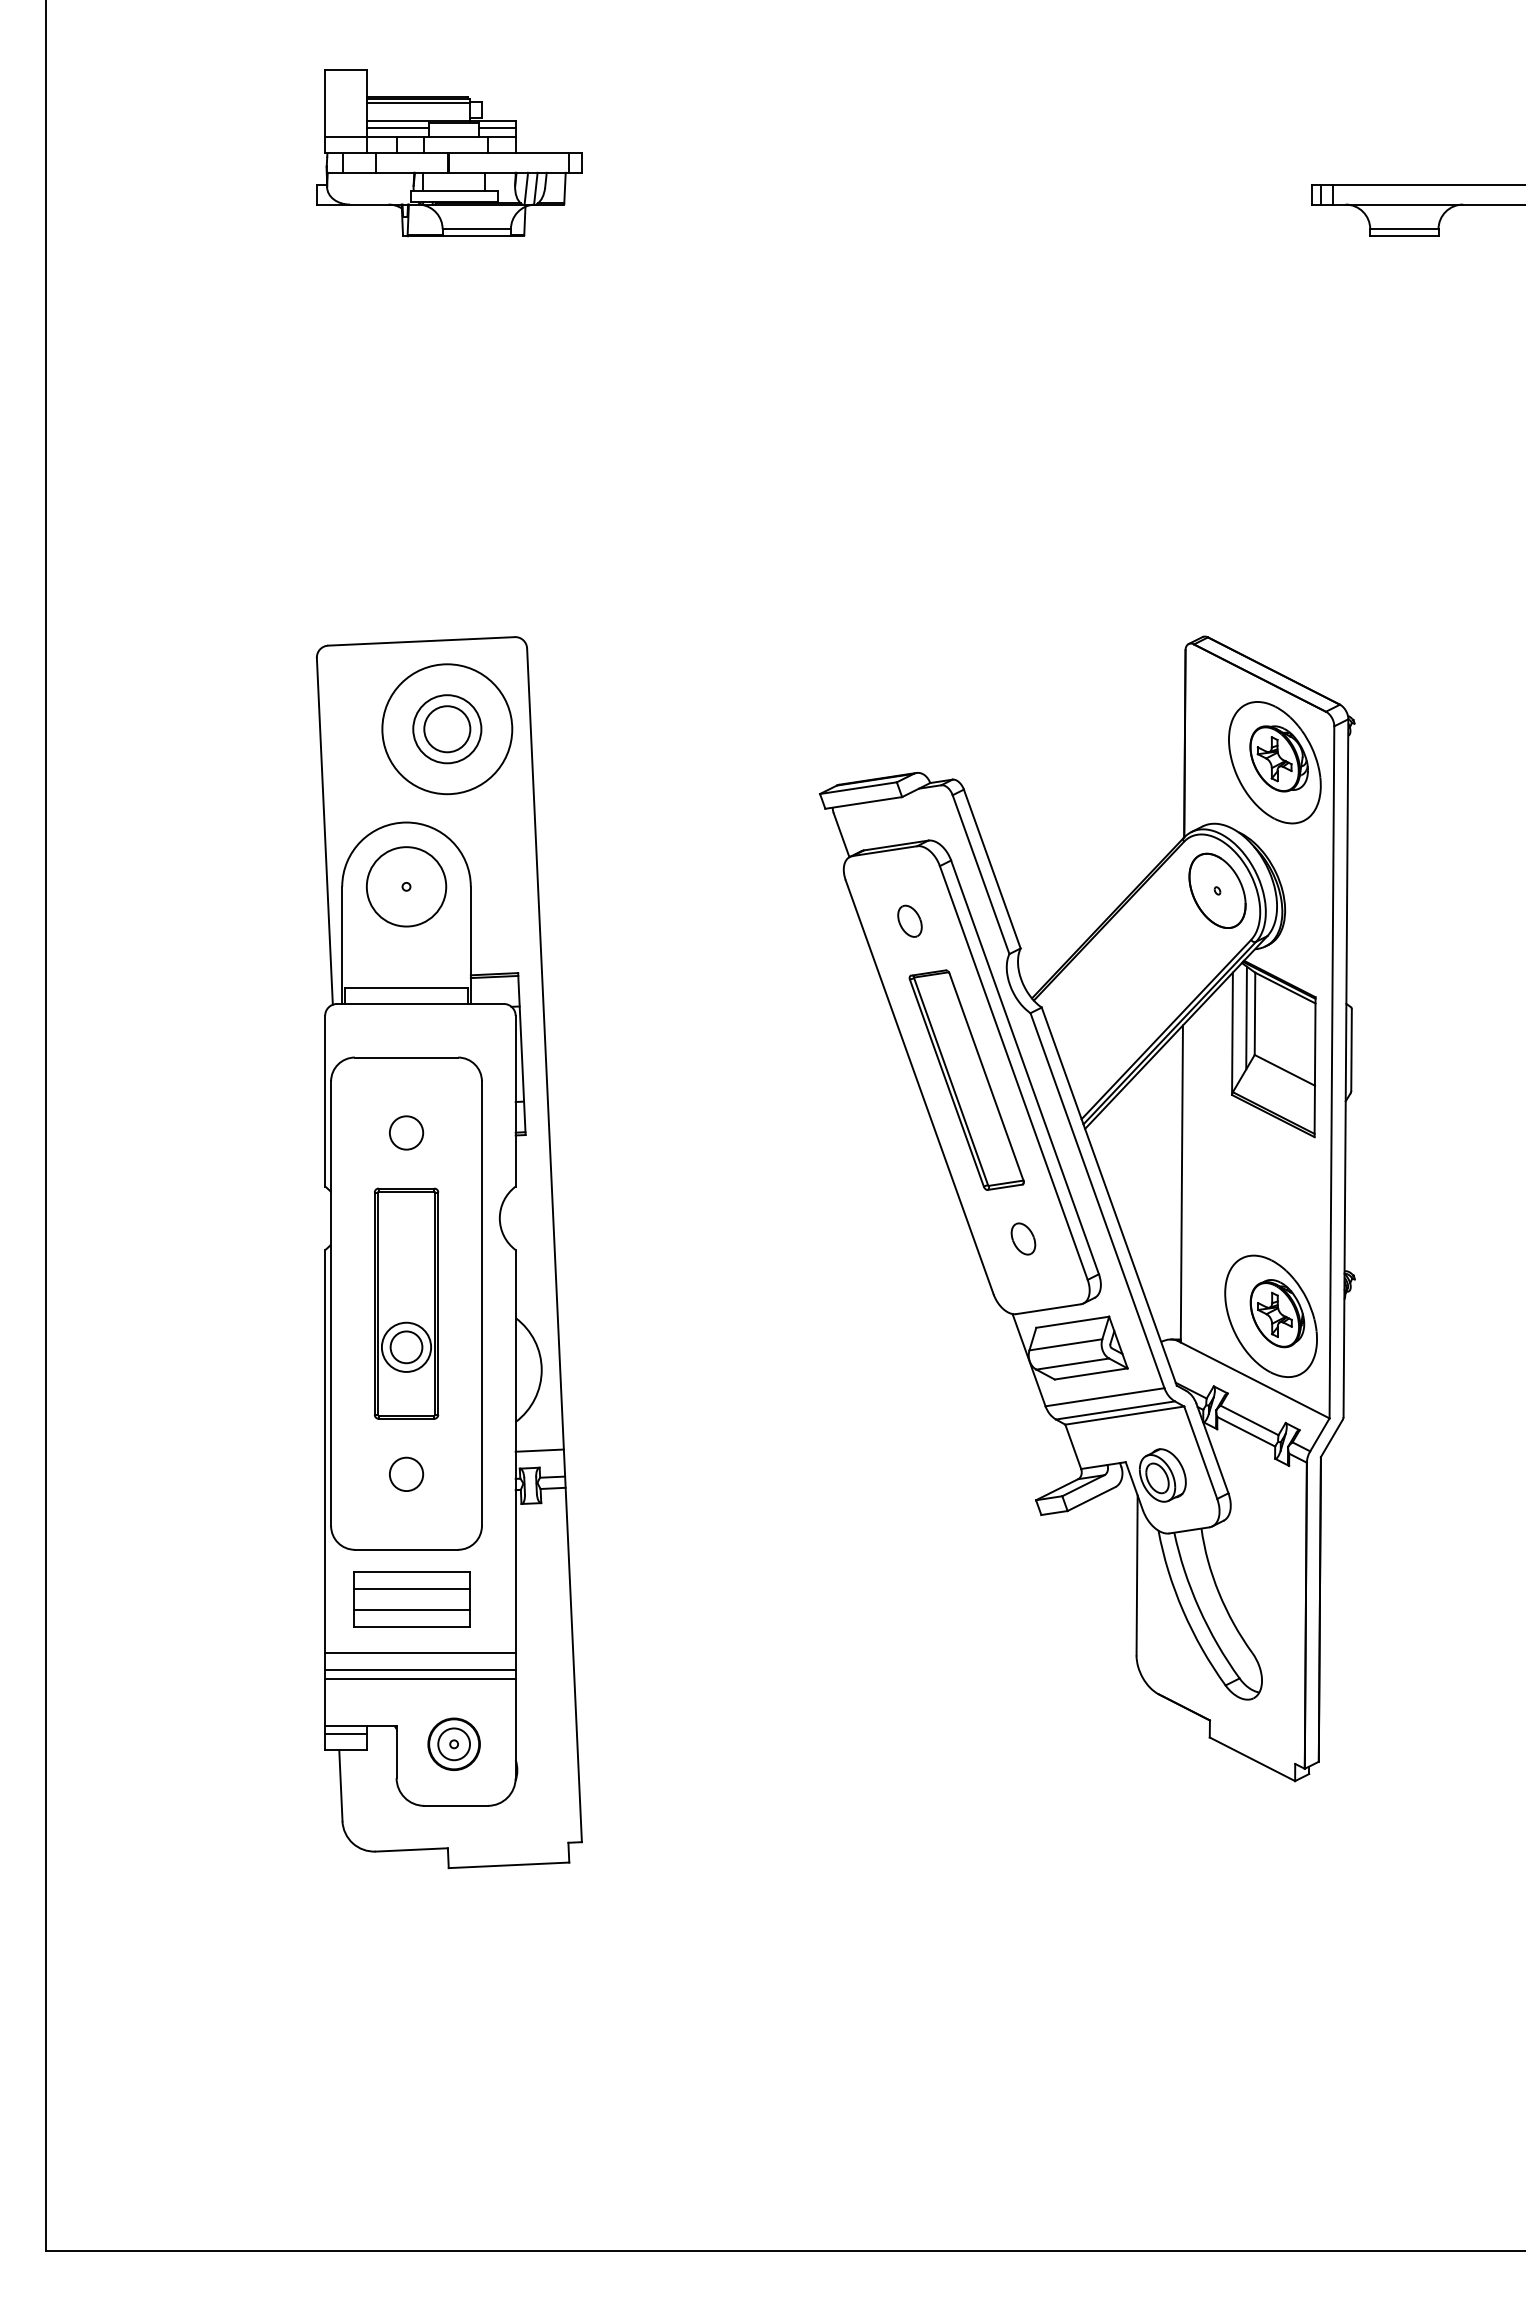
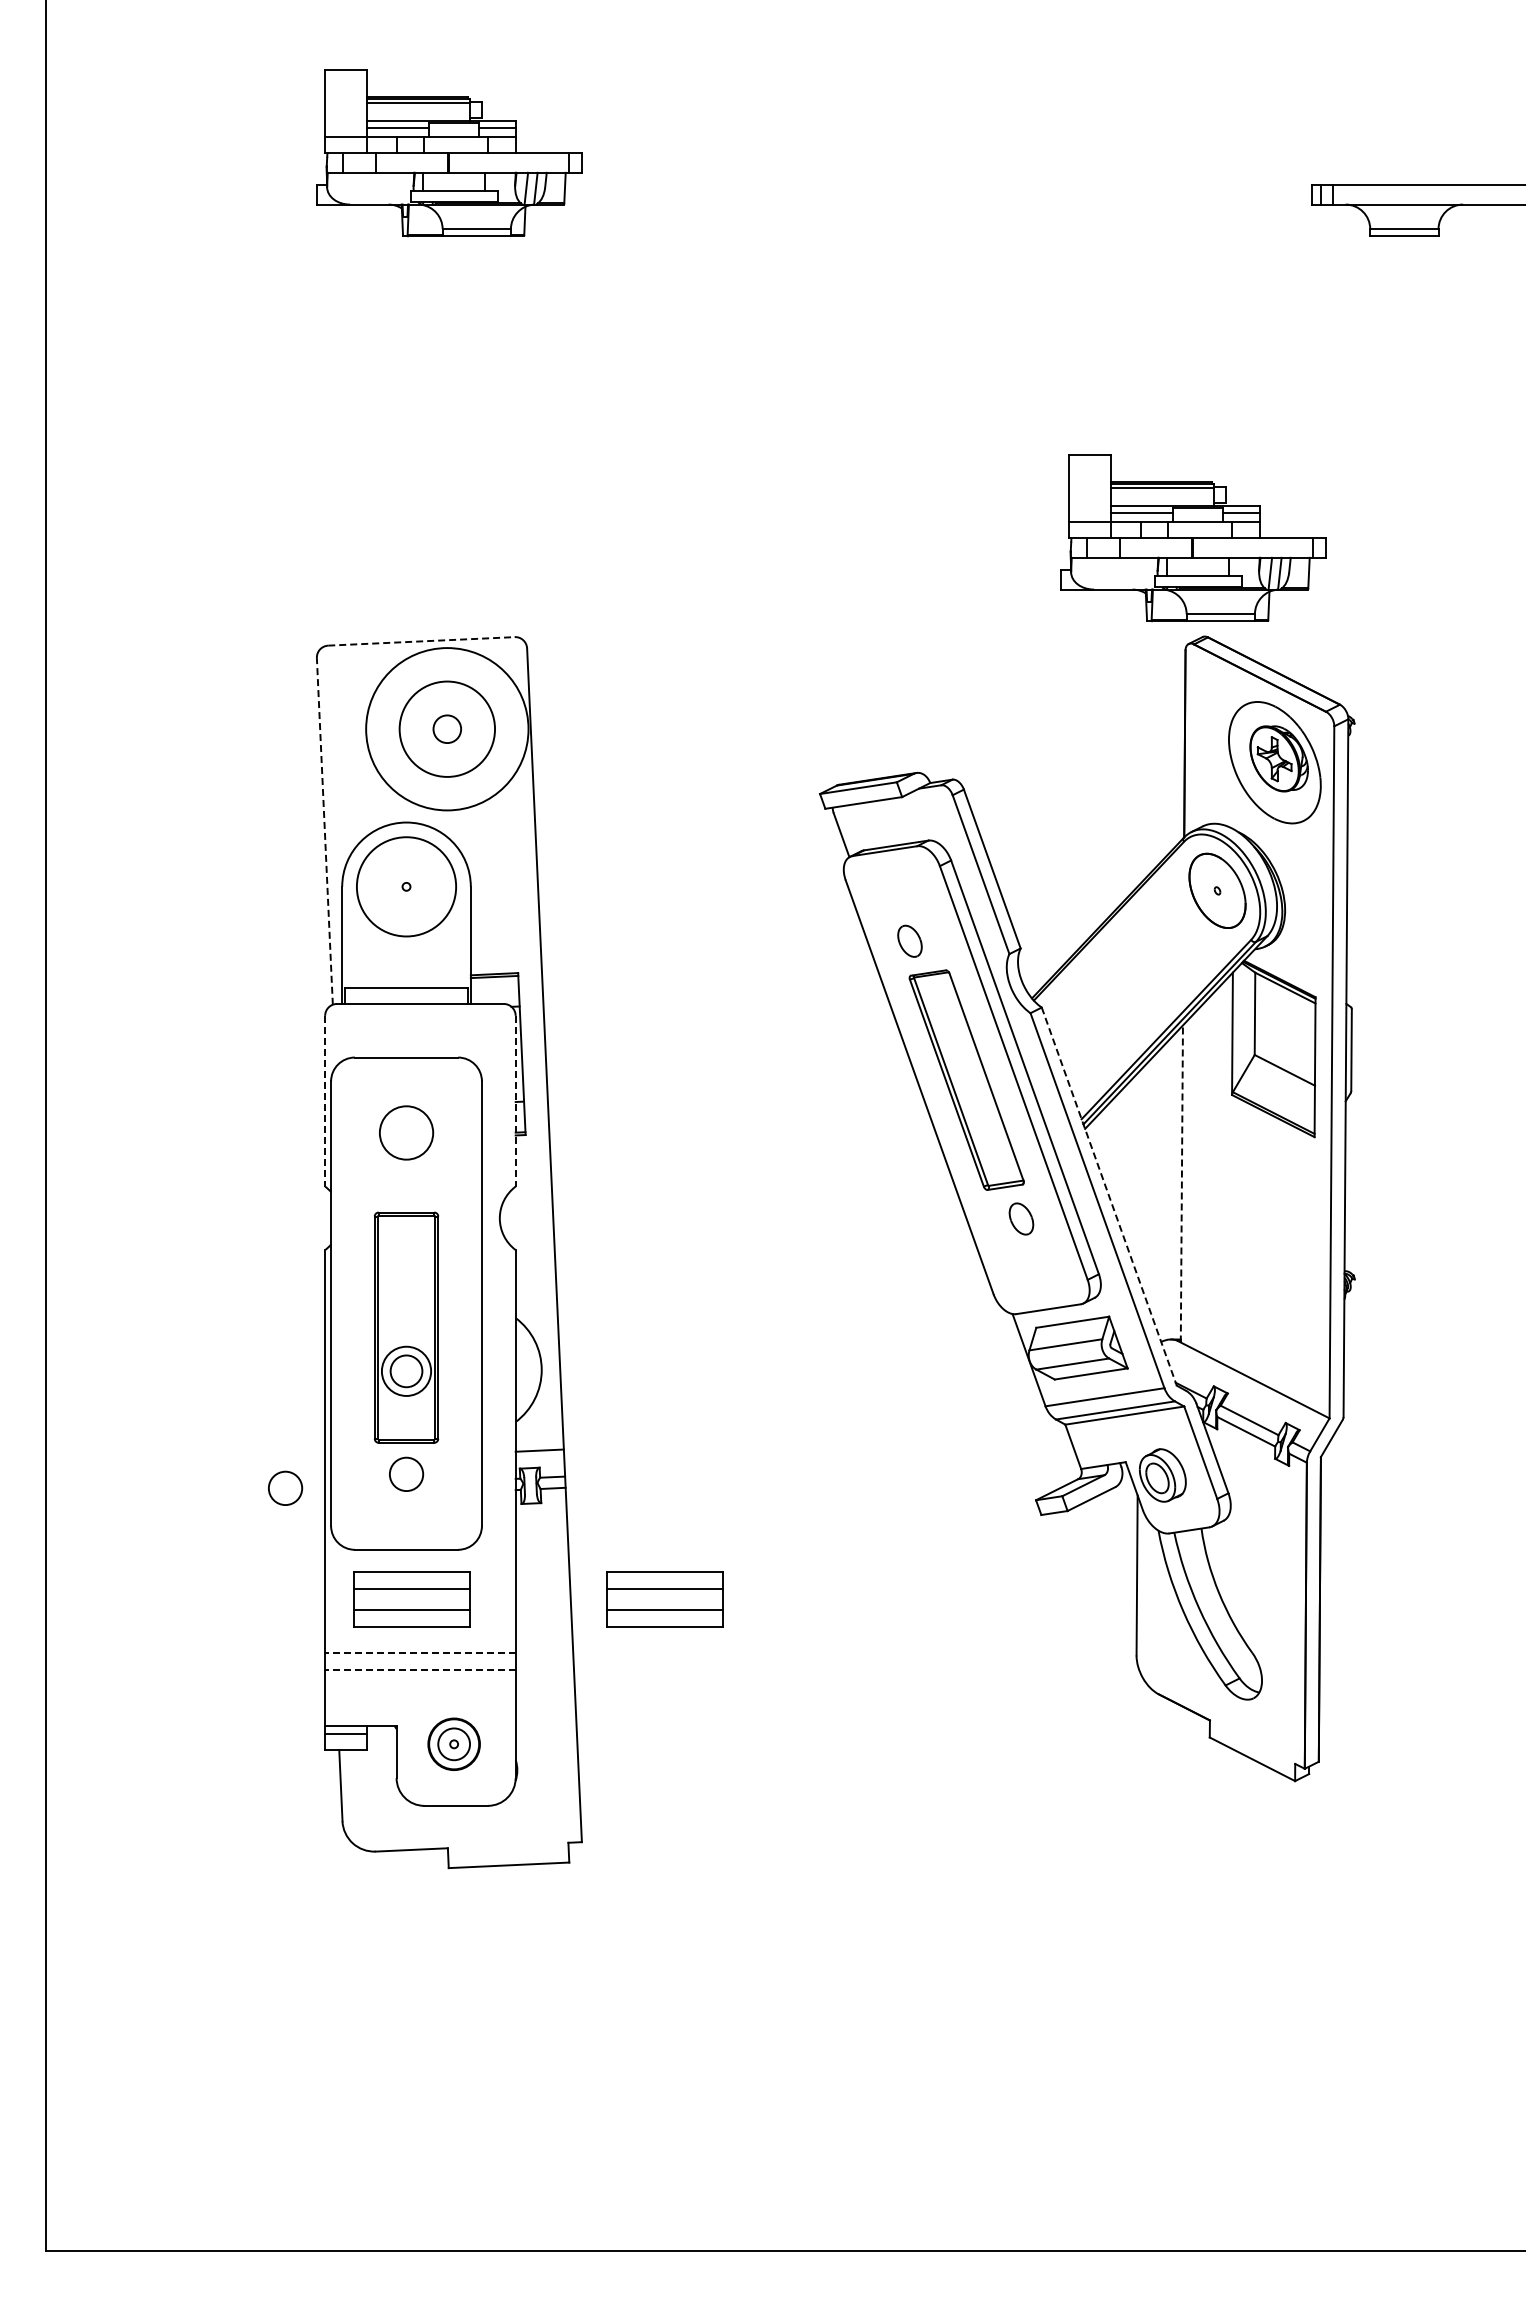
part at (1193, 538): none -> present
line at (421, 641): solid -> dashed
circle at (447, 729) diameter: 130 px -> 162 px
circle at (447, 729) diameter: 46 px -> 28 px
circle at (447, 729) diameter: 68 px -> 95 px
line at (324, 831): solid -> dashed
circle at (406, 886) diameter: 79 px -> 99 px
part at (909, 920) position: (909, 920) -> (909, 940)
line at (1246, 1017): present -> none
line at (325, 1101): solid -> dashed
line at (515, 1101): solid -> dashed
circle at (406, 1132) diameter: 33 px -> 53 px
line at (1181, 1183): solid -> dashed
line at (1109, 1196): solid -> dashed
part at (1023, 1238) position: (1023, 1238) -> (1021, 1218)
part at (406, 1303) position: (406, 1303) -> (406, 1327)
part at (1270, 1315): present -> none
circle at (285, 1487): none -> present
part at (664, 1599): none -> present
line at (419, 1653): solid -> dashed
line at (419, 1669): solid -> dashed
line at (420, 1678): present -> none
